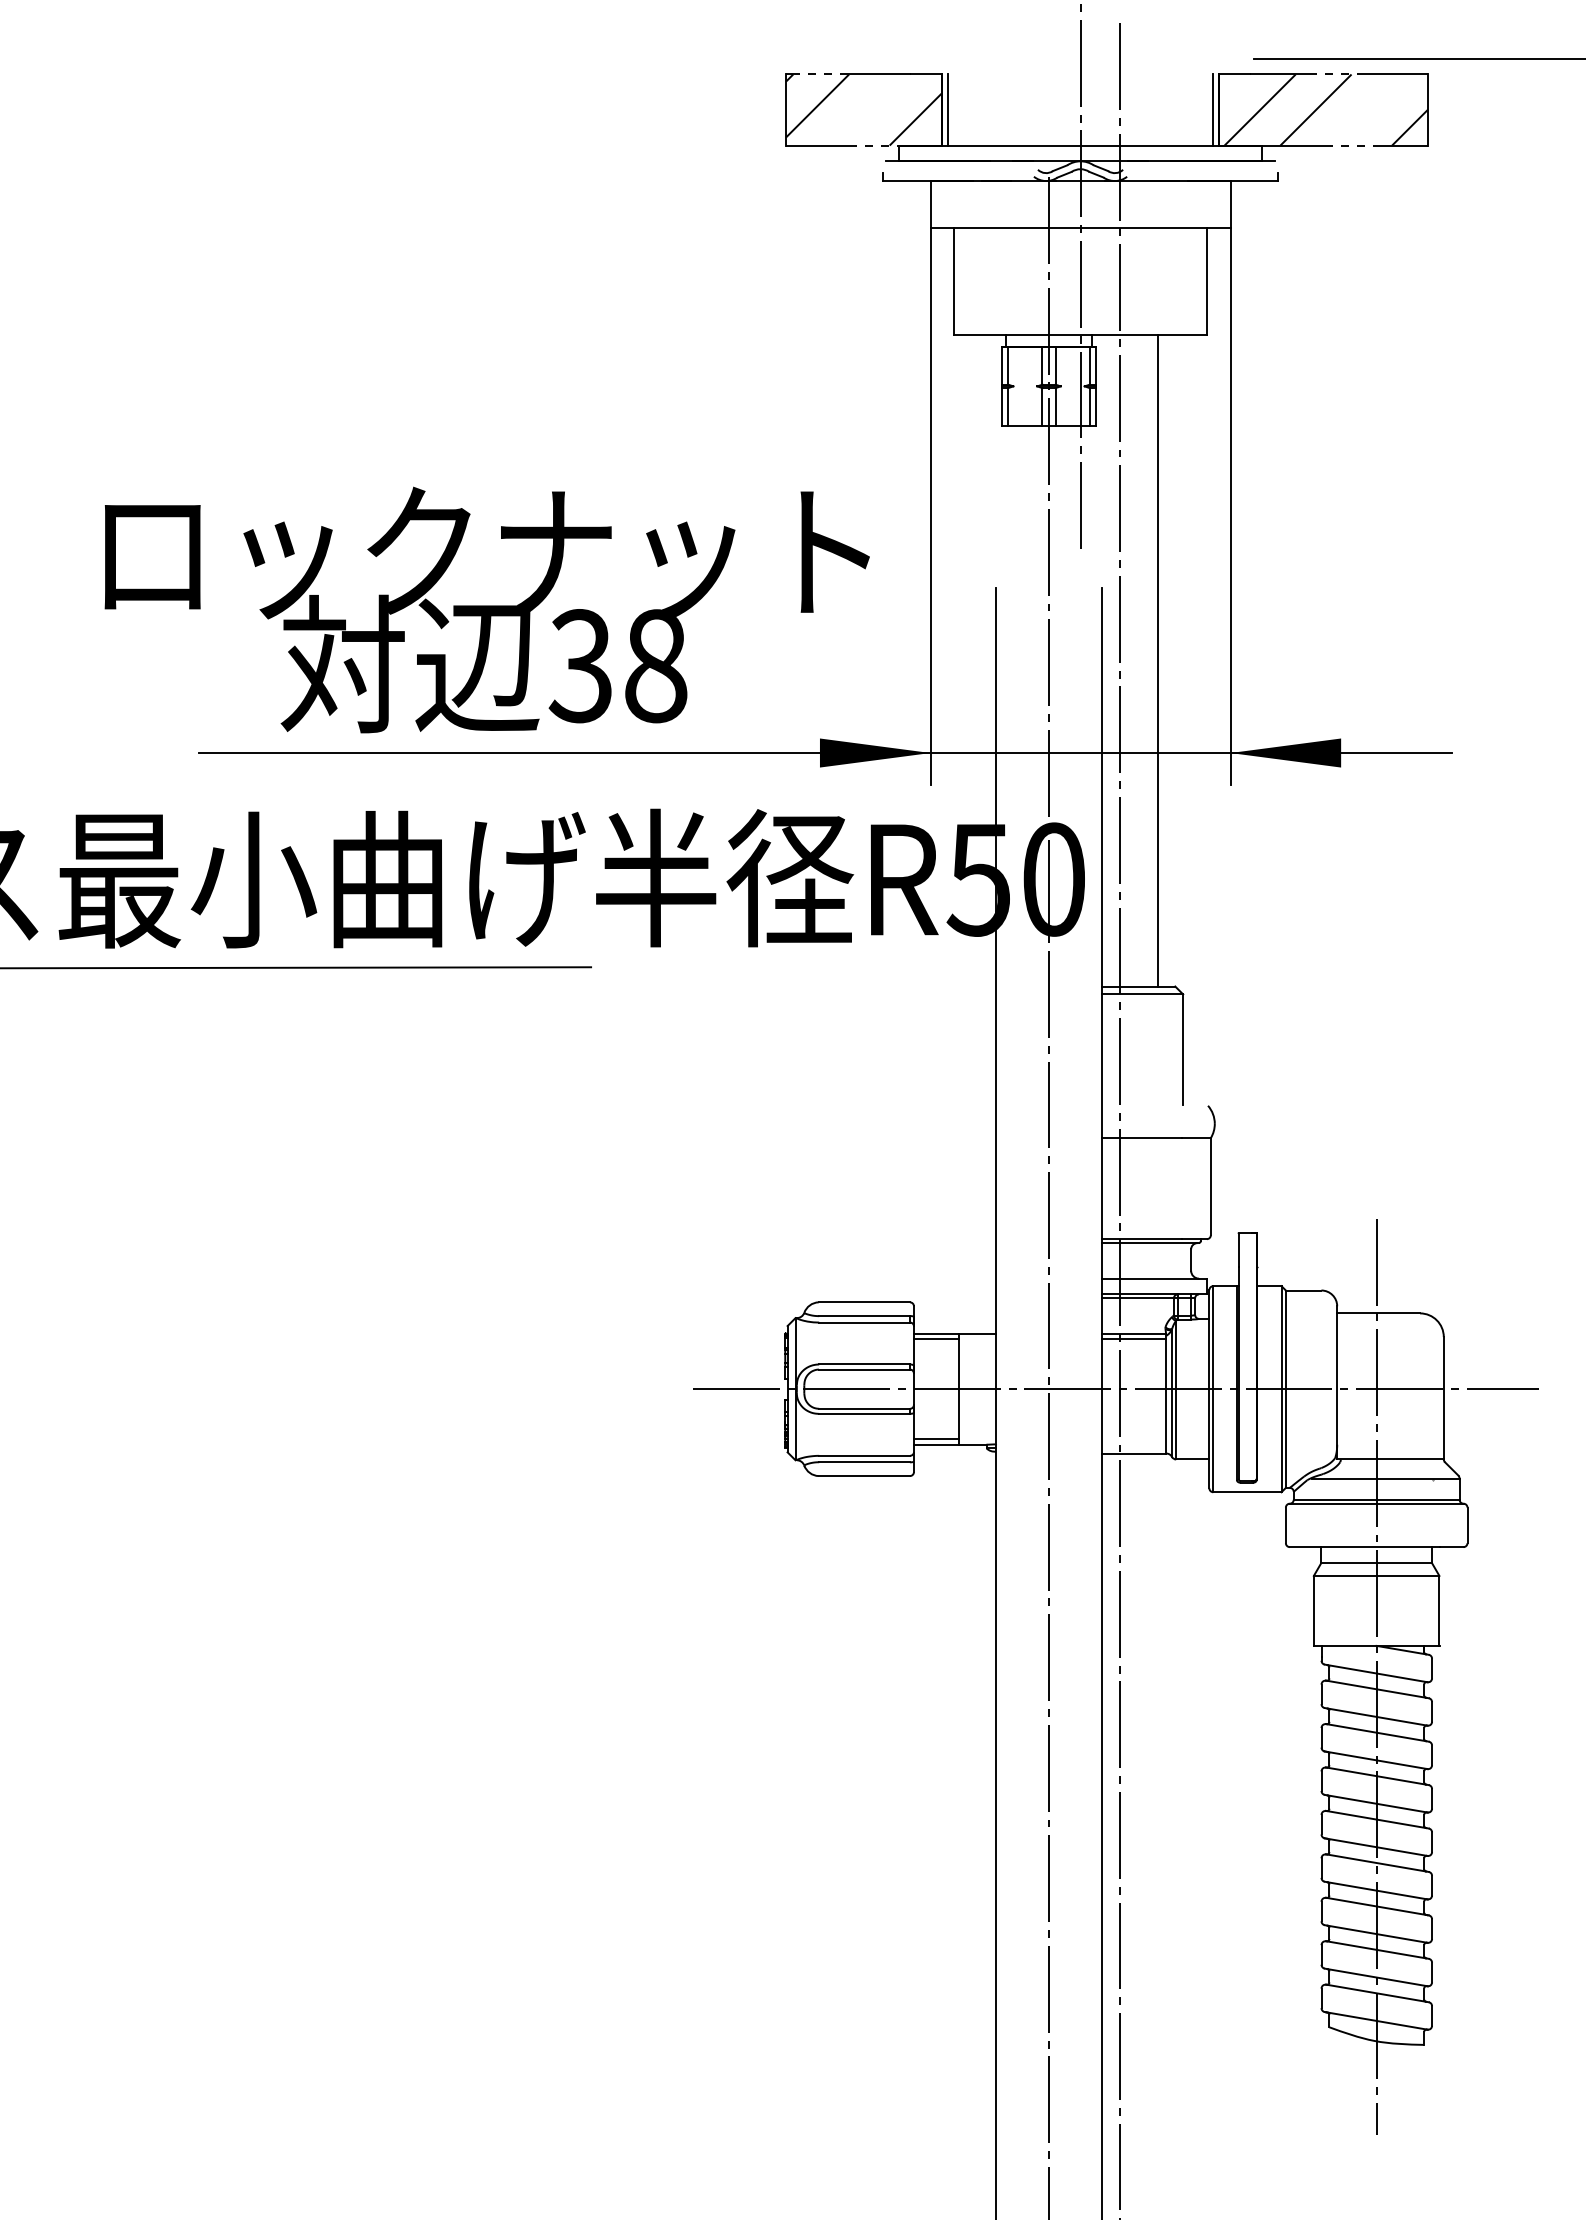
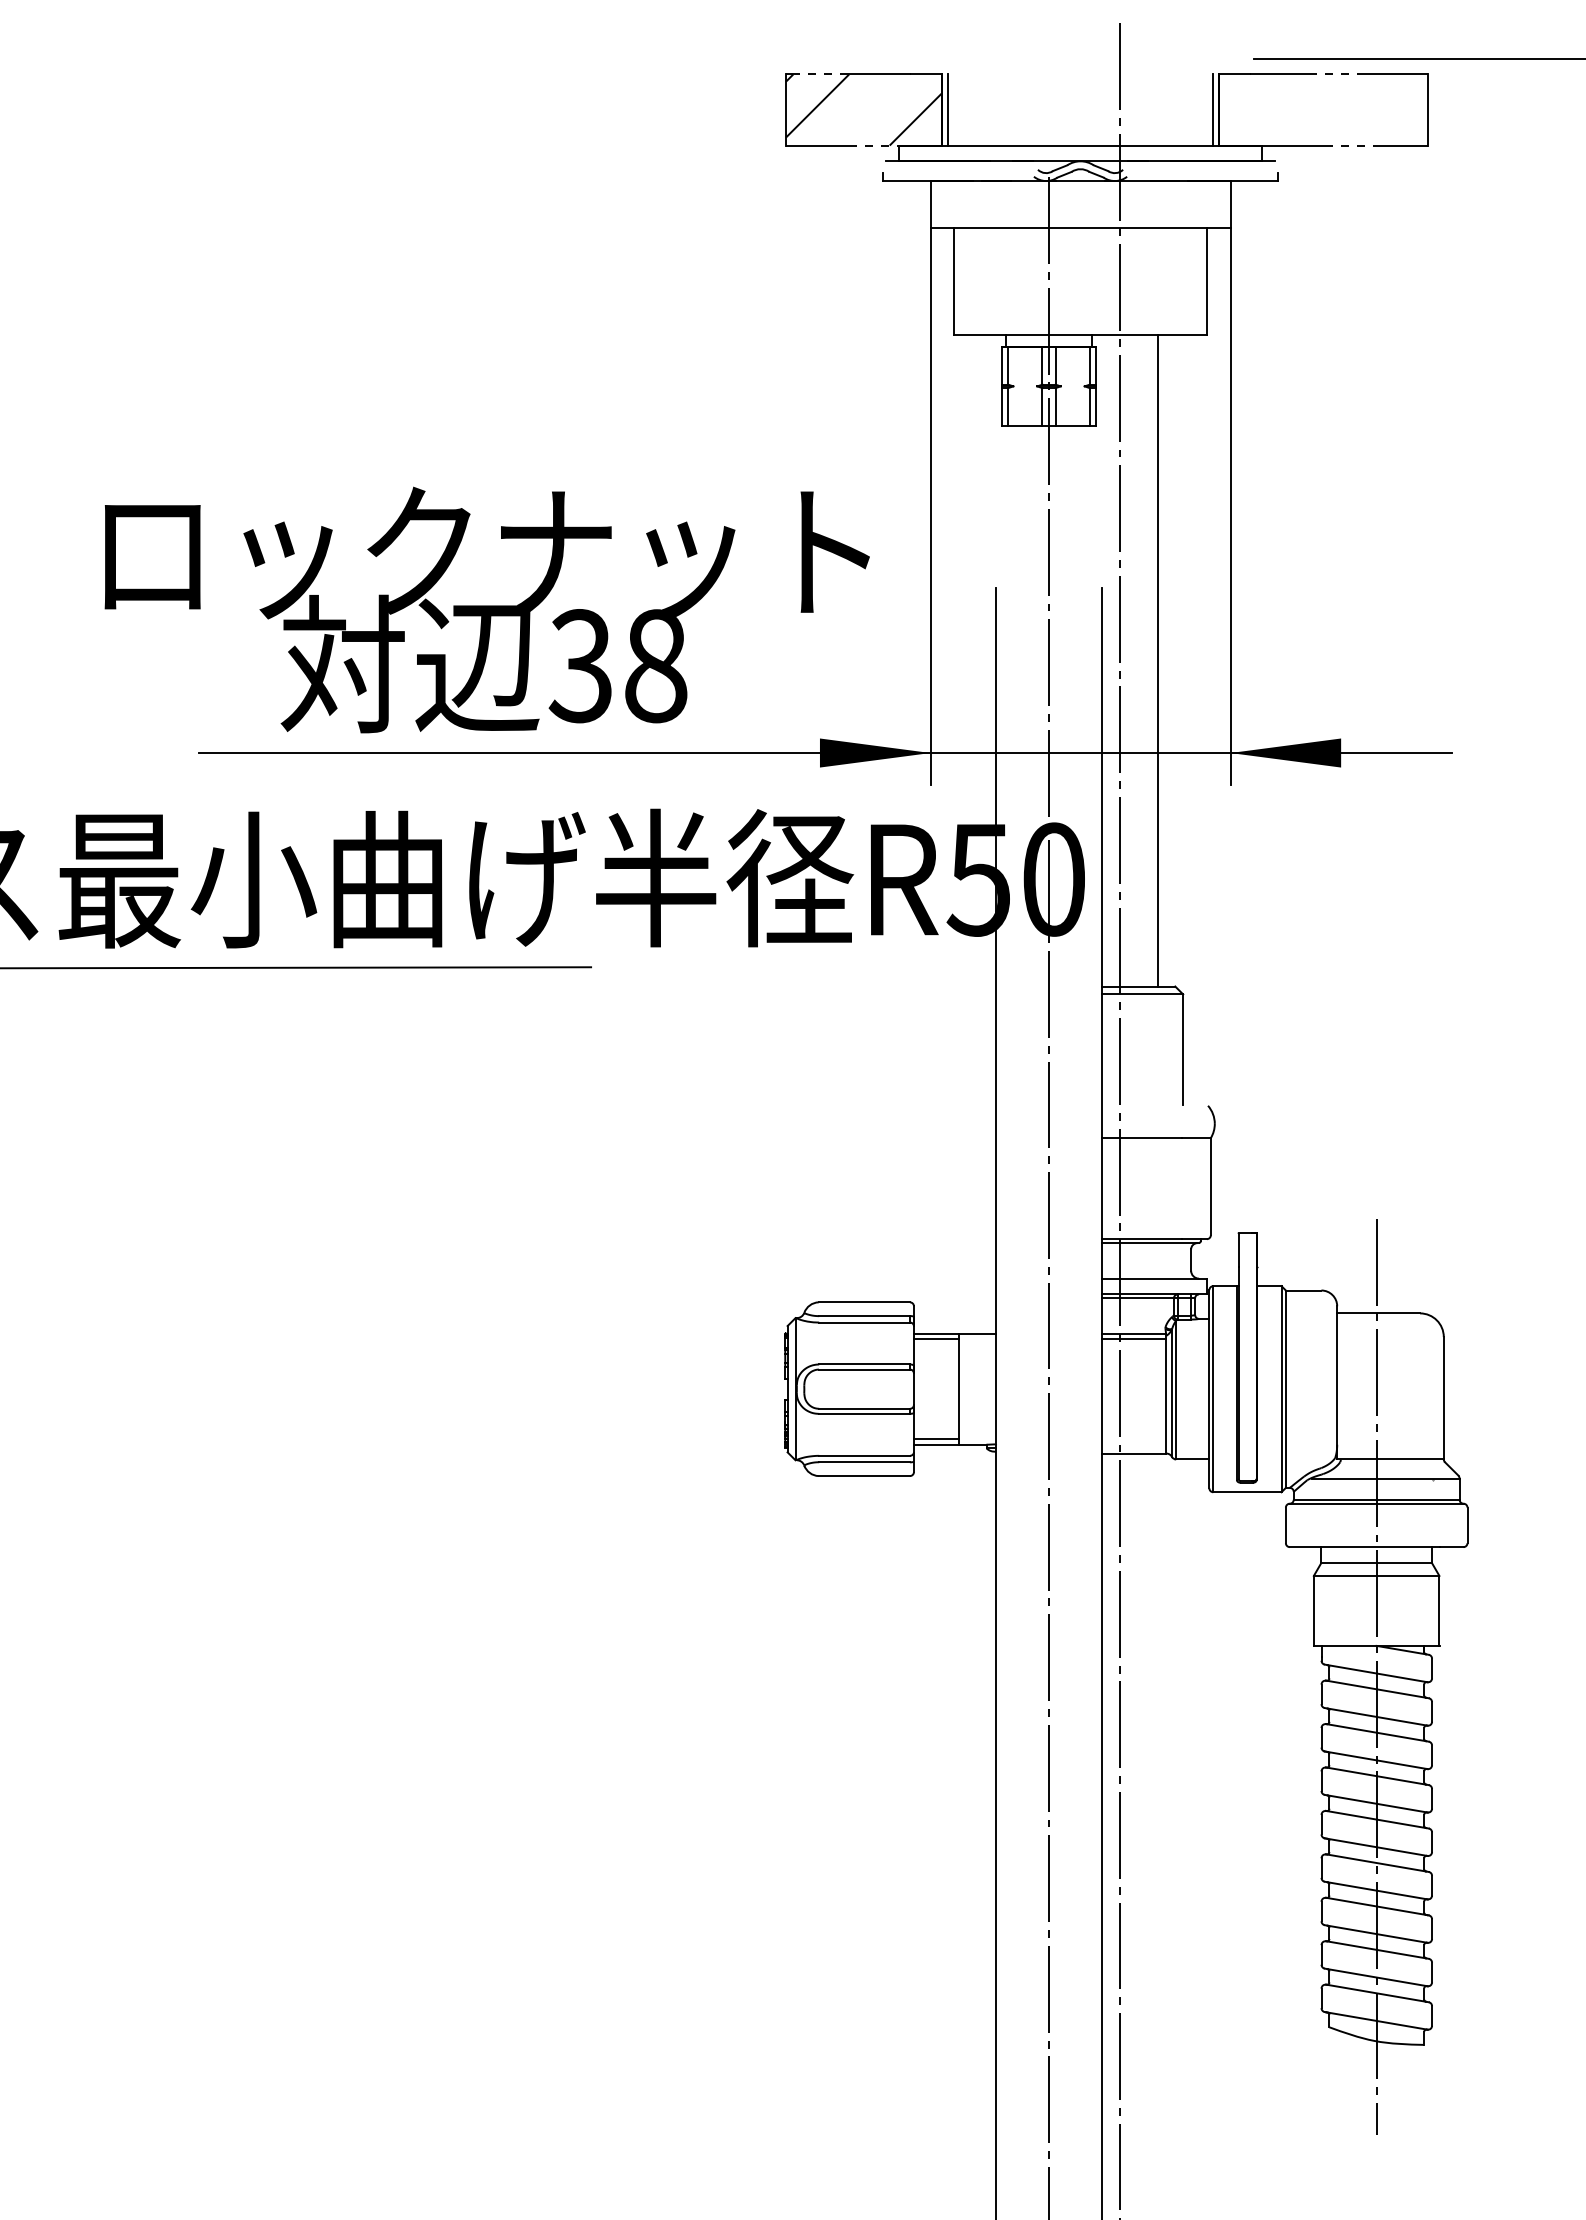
hatch at (1326, 109): present -> none
line at (1080, 279): present -> none
line at (1115, 1389): present -> none
